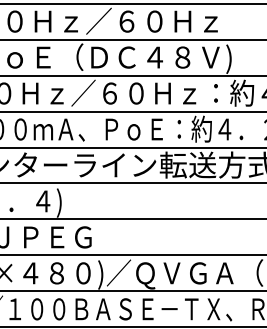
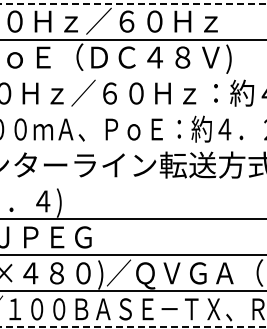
line at (134, 3): solid -> dashed
line at (132, 75): present -> none
line at (132, 111): present -> none
line at (132, 147): present -> none
line at (132, 183): present -> none
line at (134, 327): solid -> dashed
